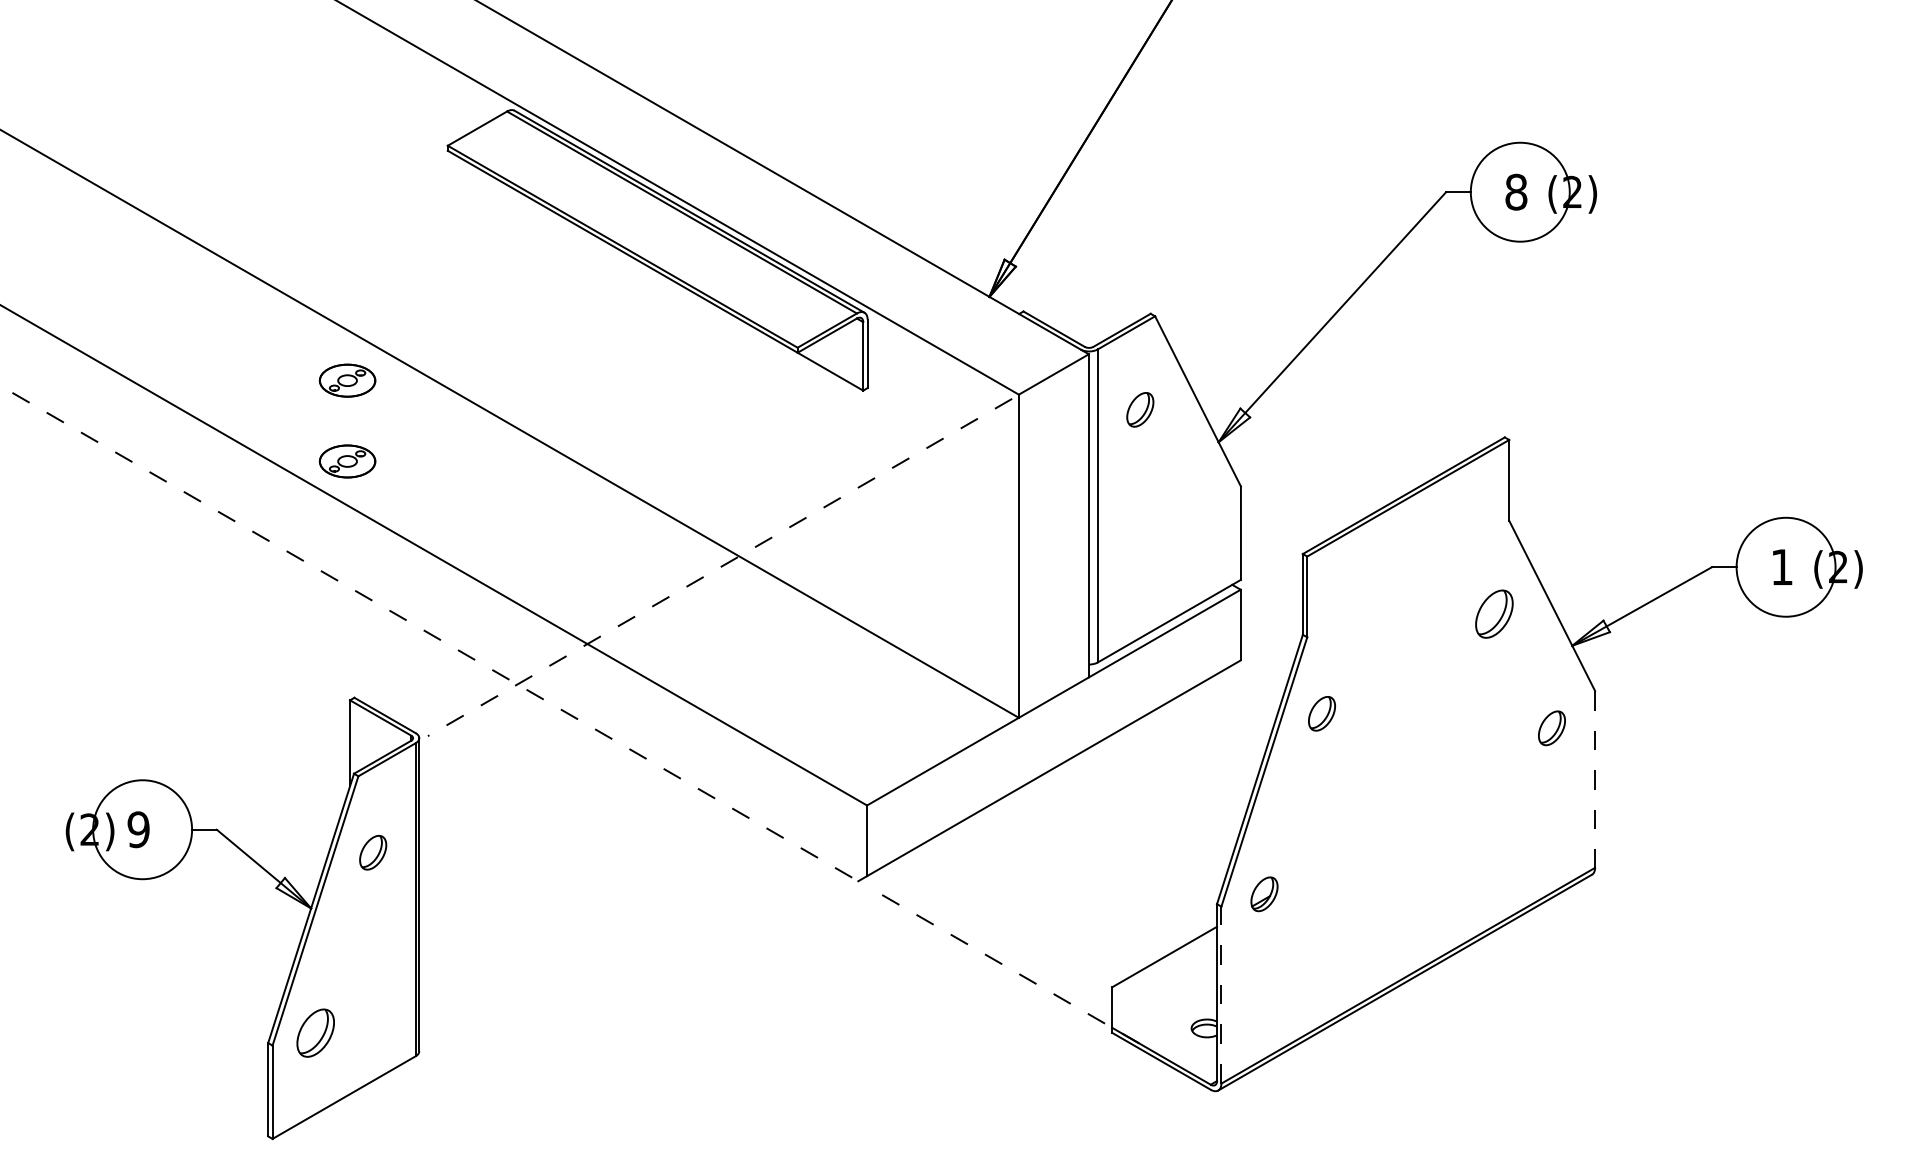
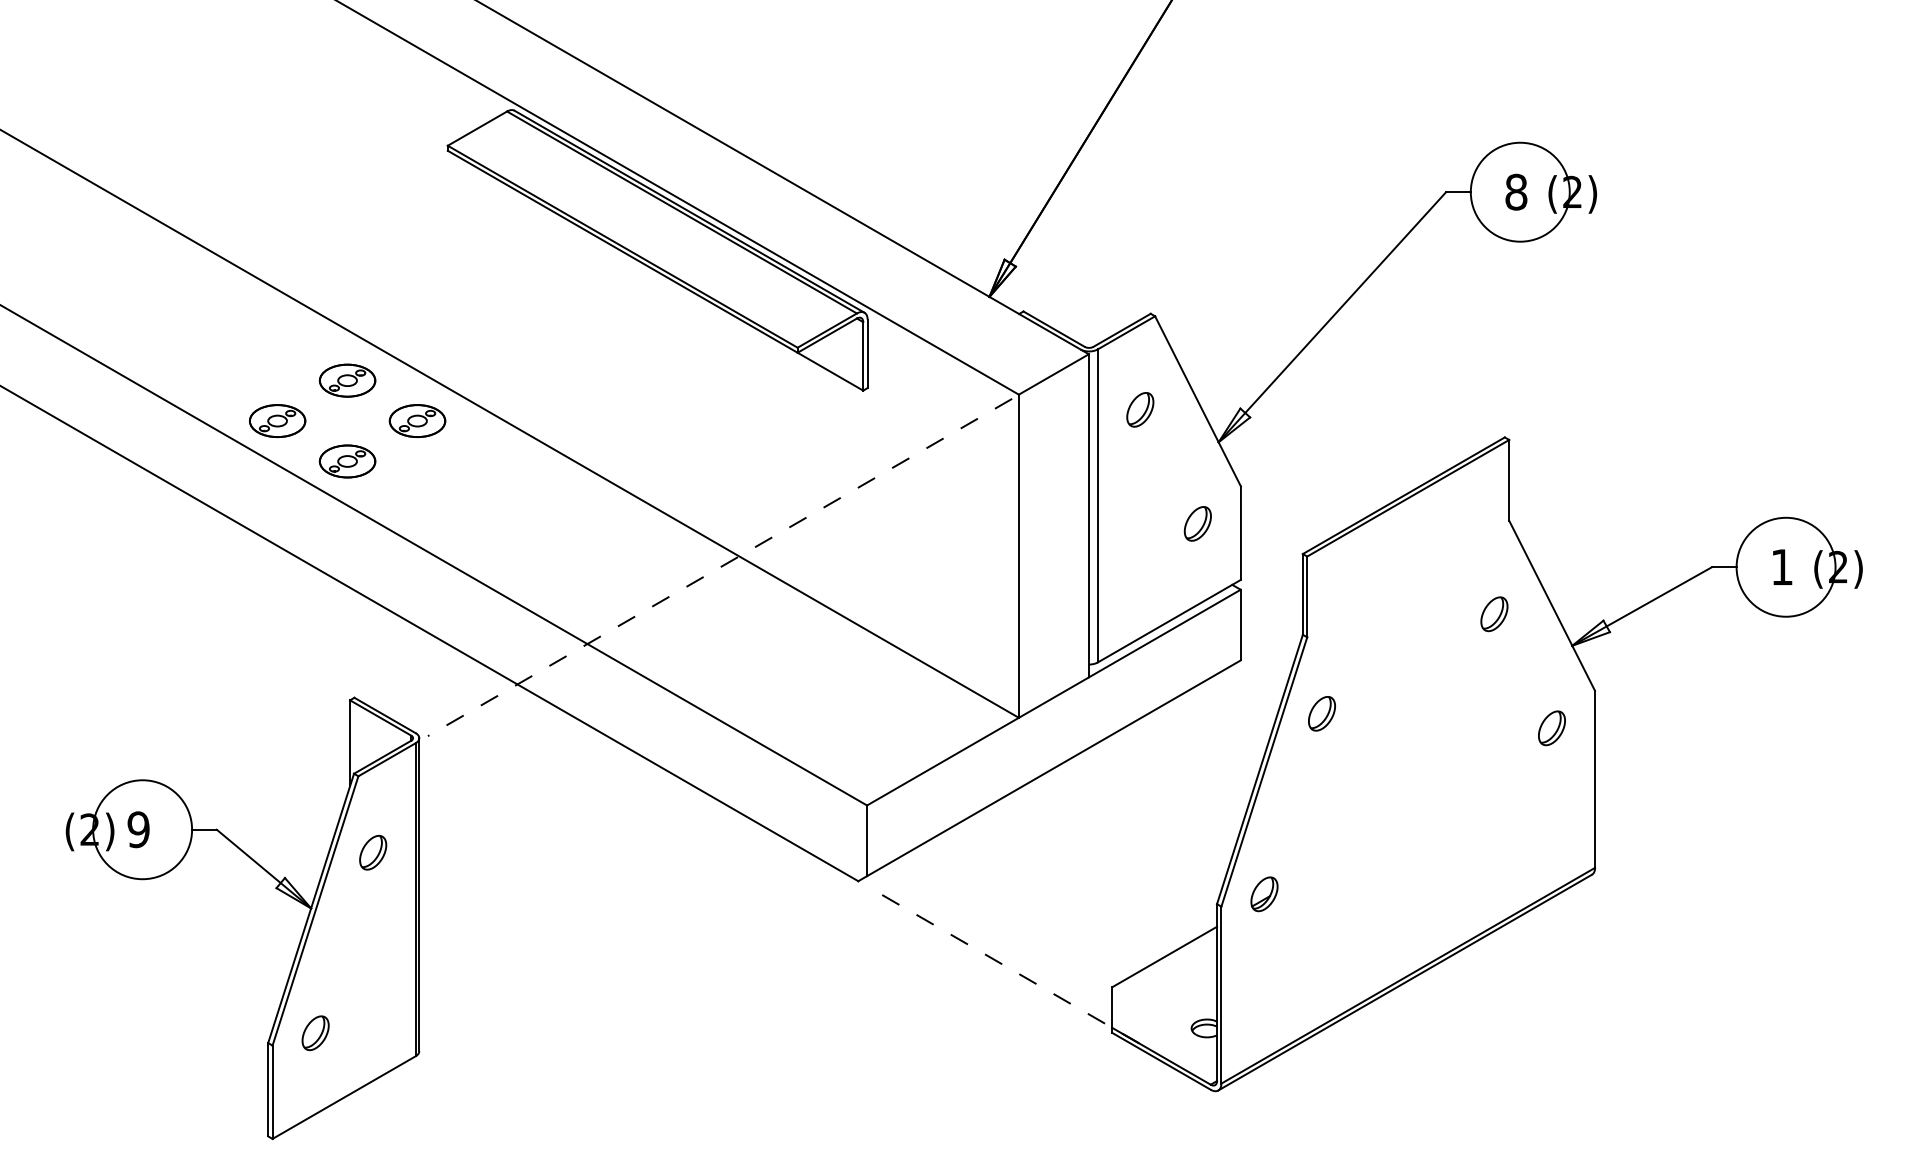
part at (277, 421): none -> present
part at (417, 421): none -> present
part at (1197, 523): none -> present
part at (1494, 613) size: 39x50 px -> 29x37 px
line at (429, 633): dashed -> solid
line at (1595, 779): dashed -> solid
line at (1221, 994): dashed -> solid
part at (315, 1032) size: 39x50 px -> 29x37 px
